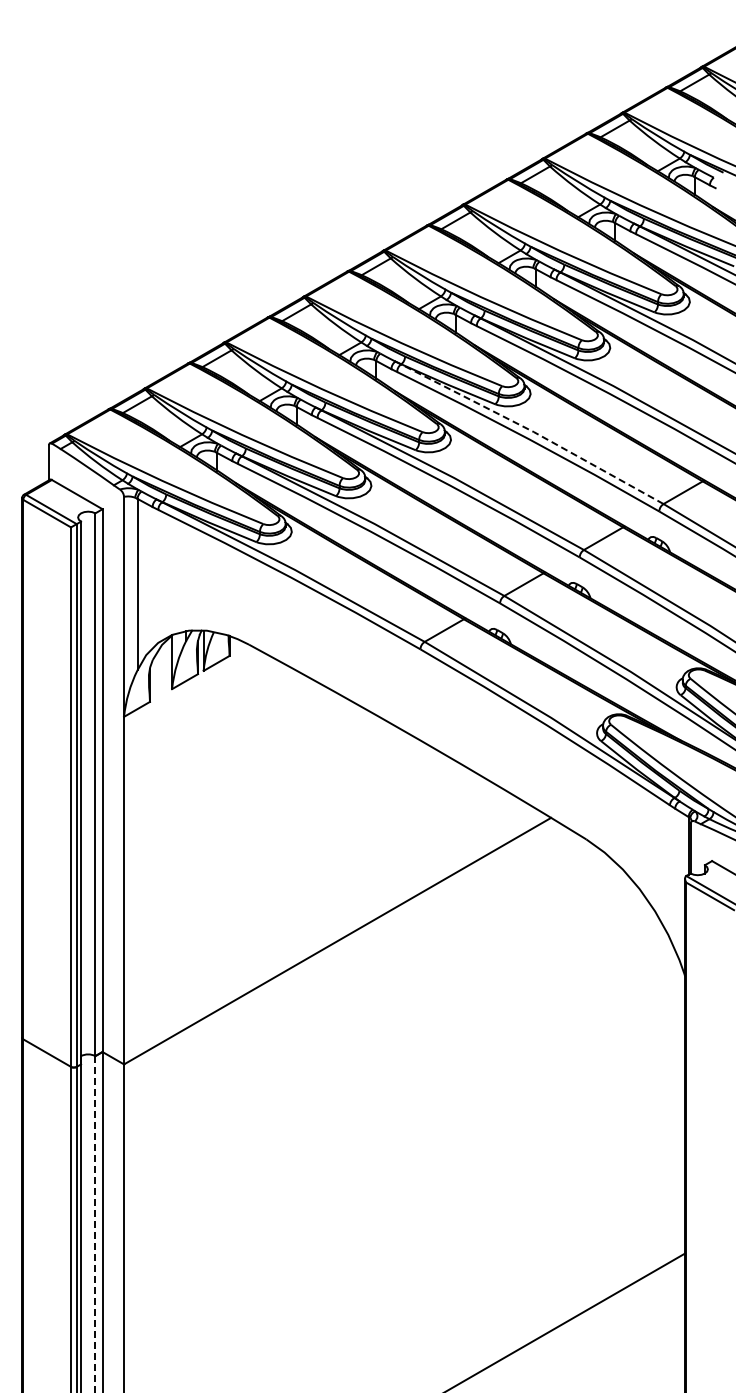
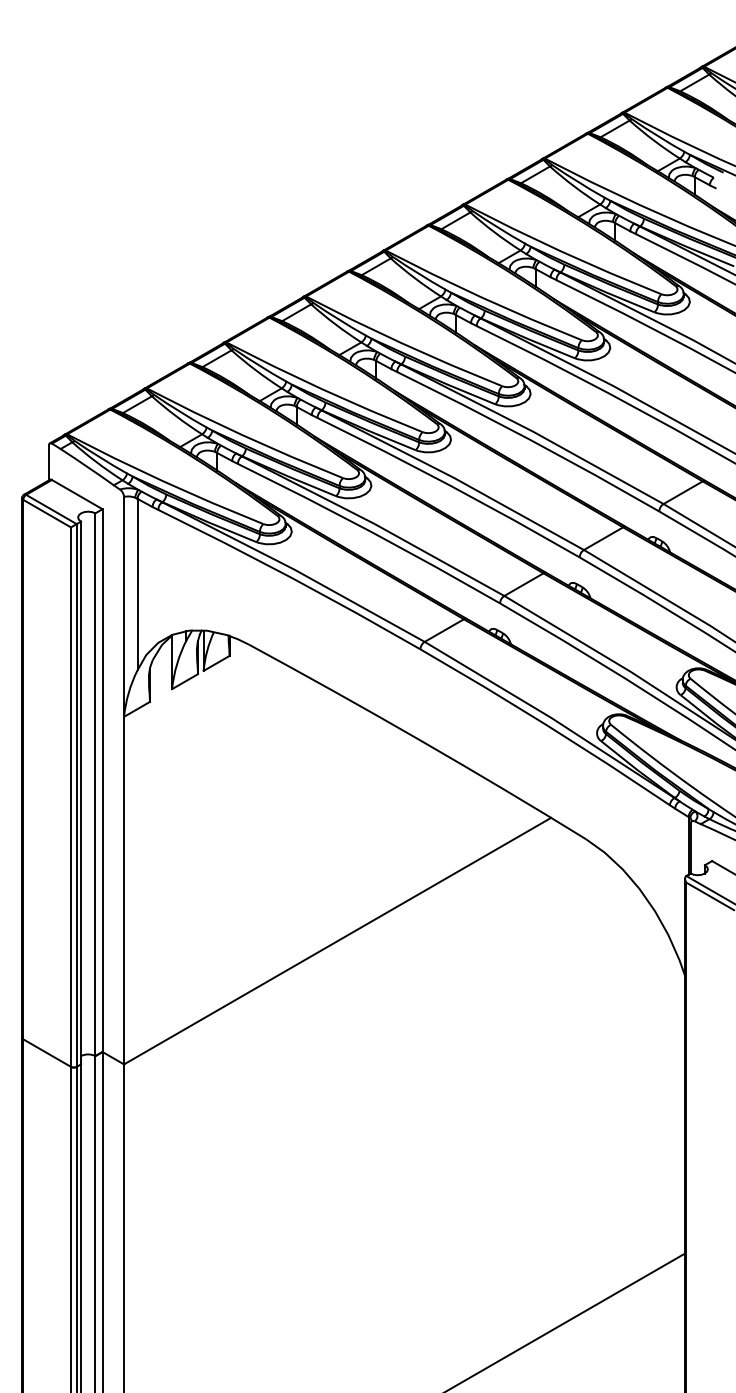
line at (533, 432): dashed -> solid
line at (95, 1224): dashed -> solid
